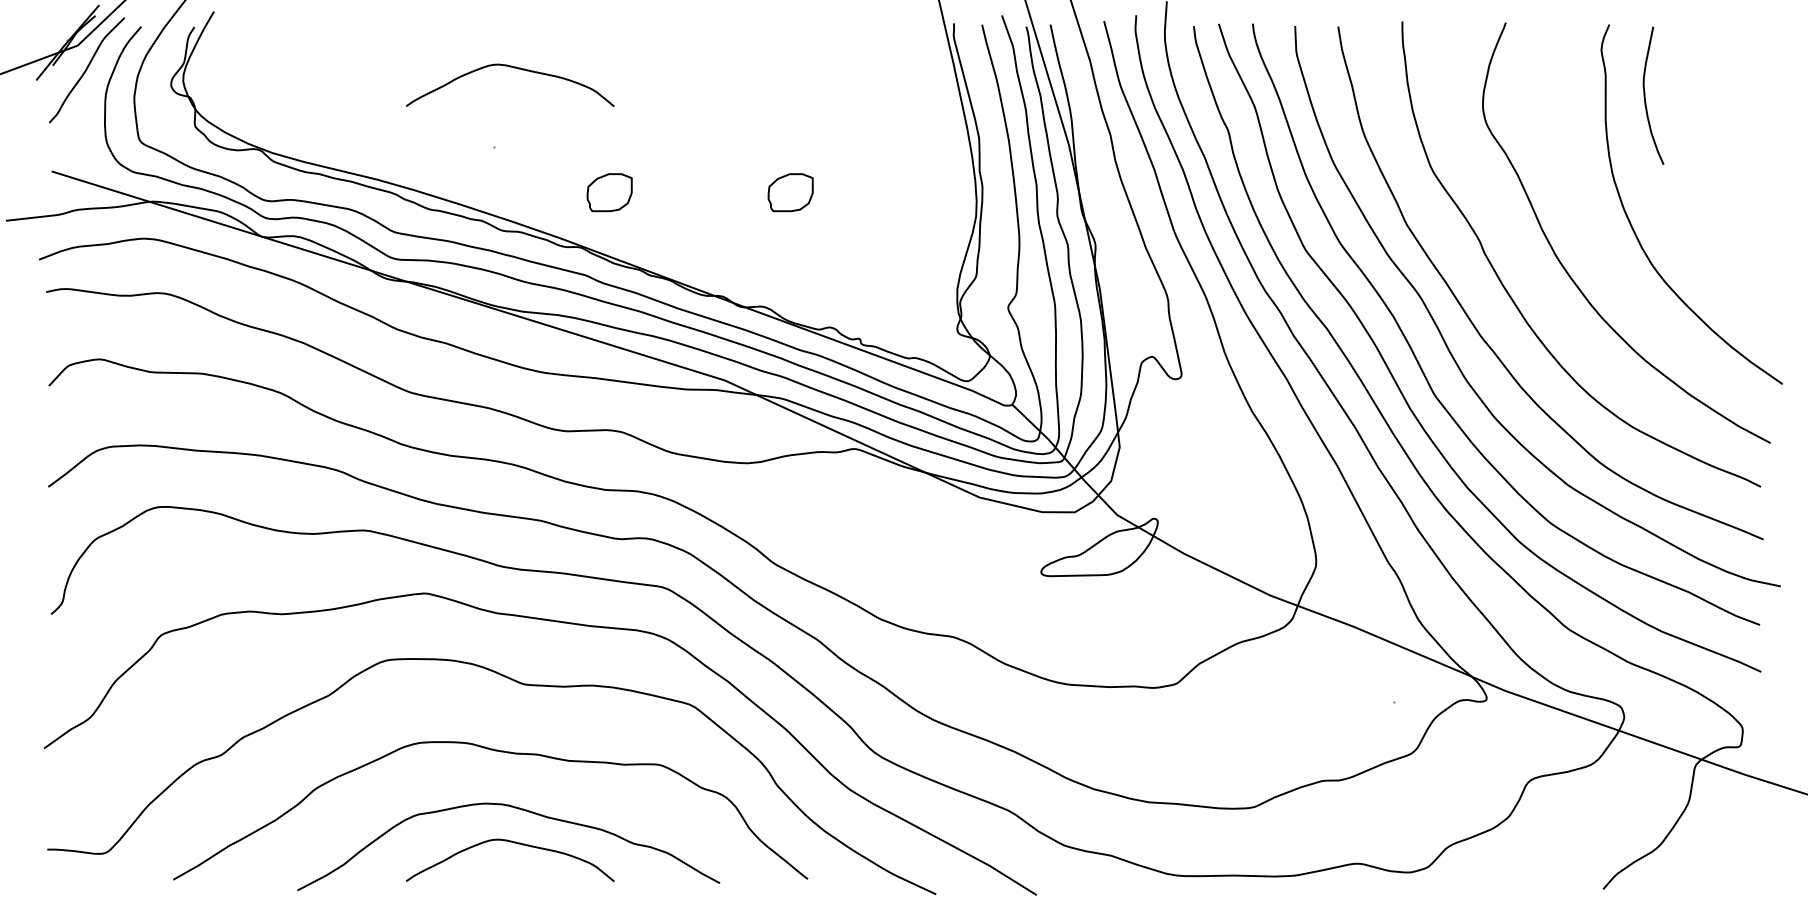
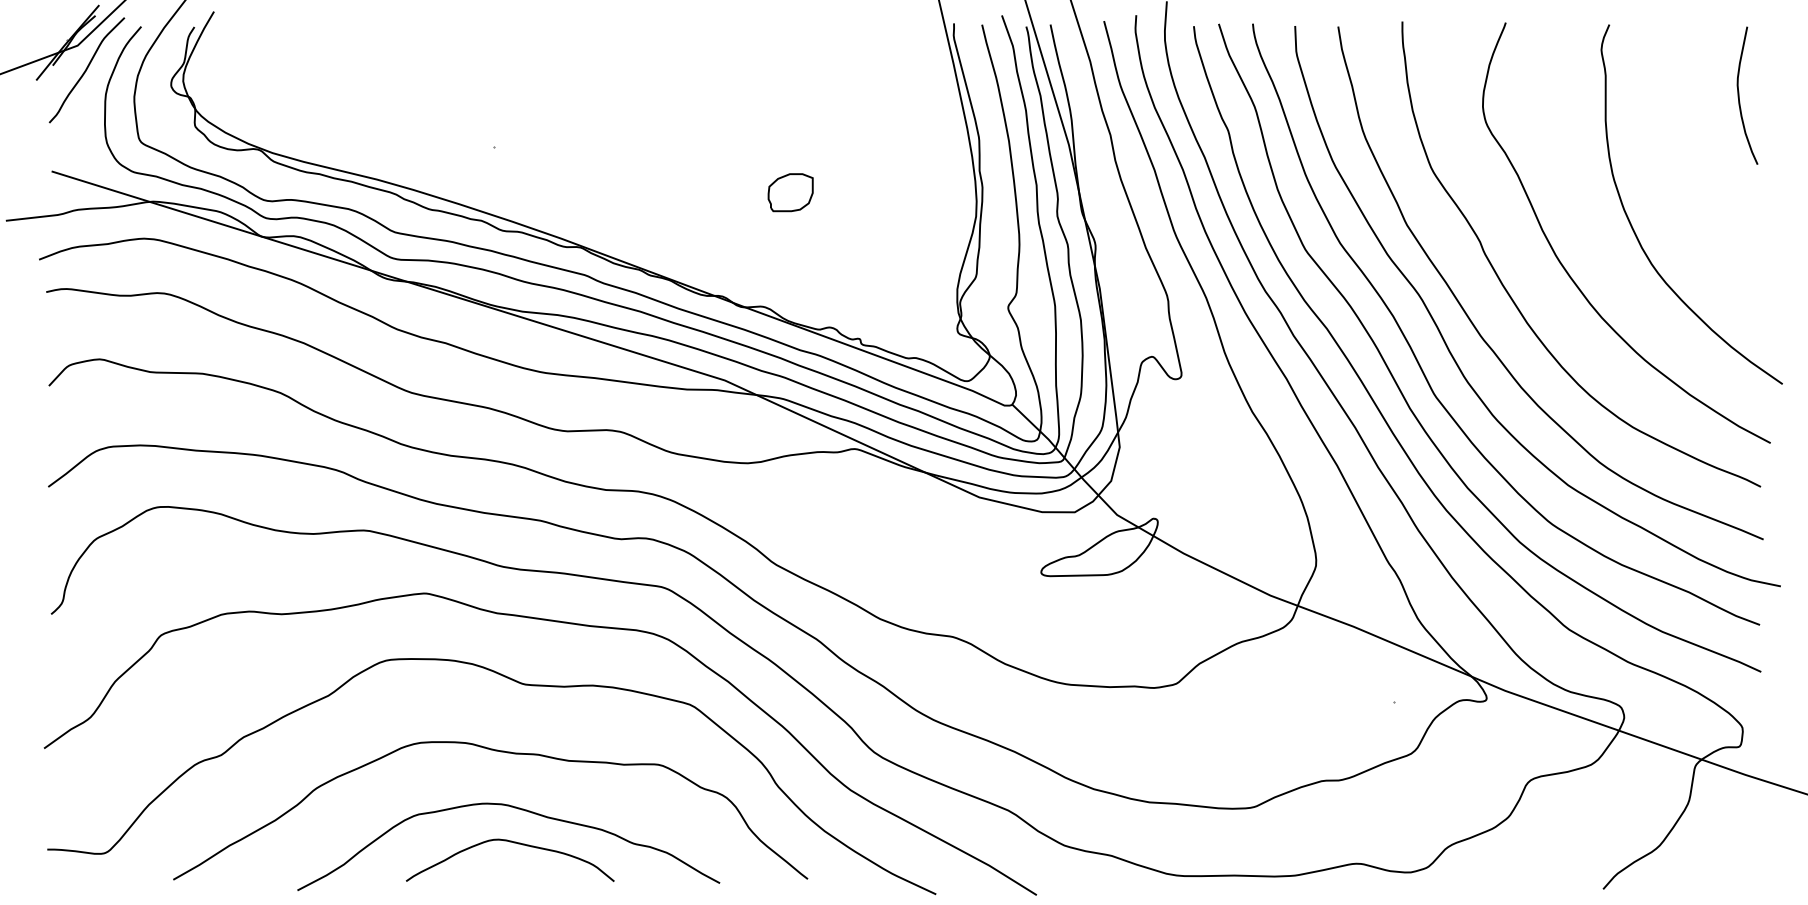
curve at (514, 68): present -> none
curve at (1645, 95) position: (1645, 95) -> (1739, 95)
part at (609, 192): present -> none
